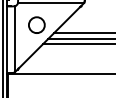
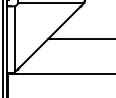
circle at (36, 24): present -> none
line at (83, 33): present -> none
line at (77, 44): present -> none
